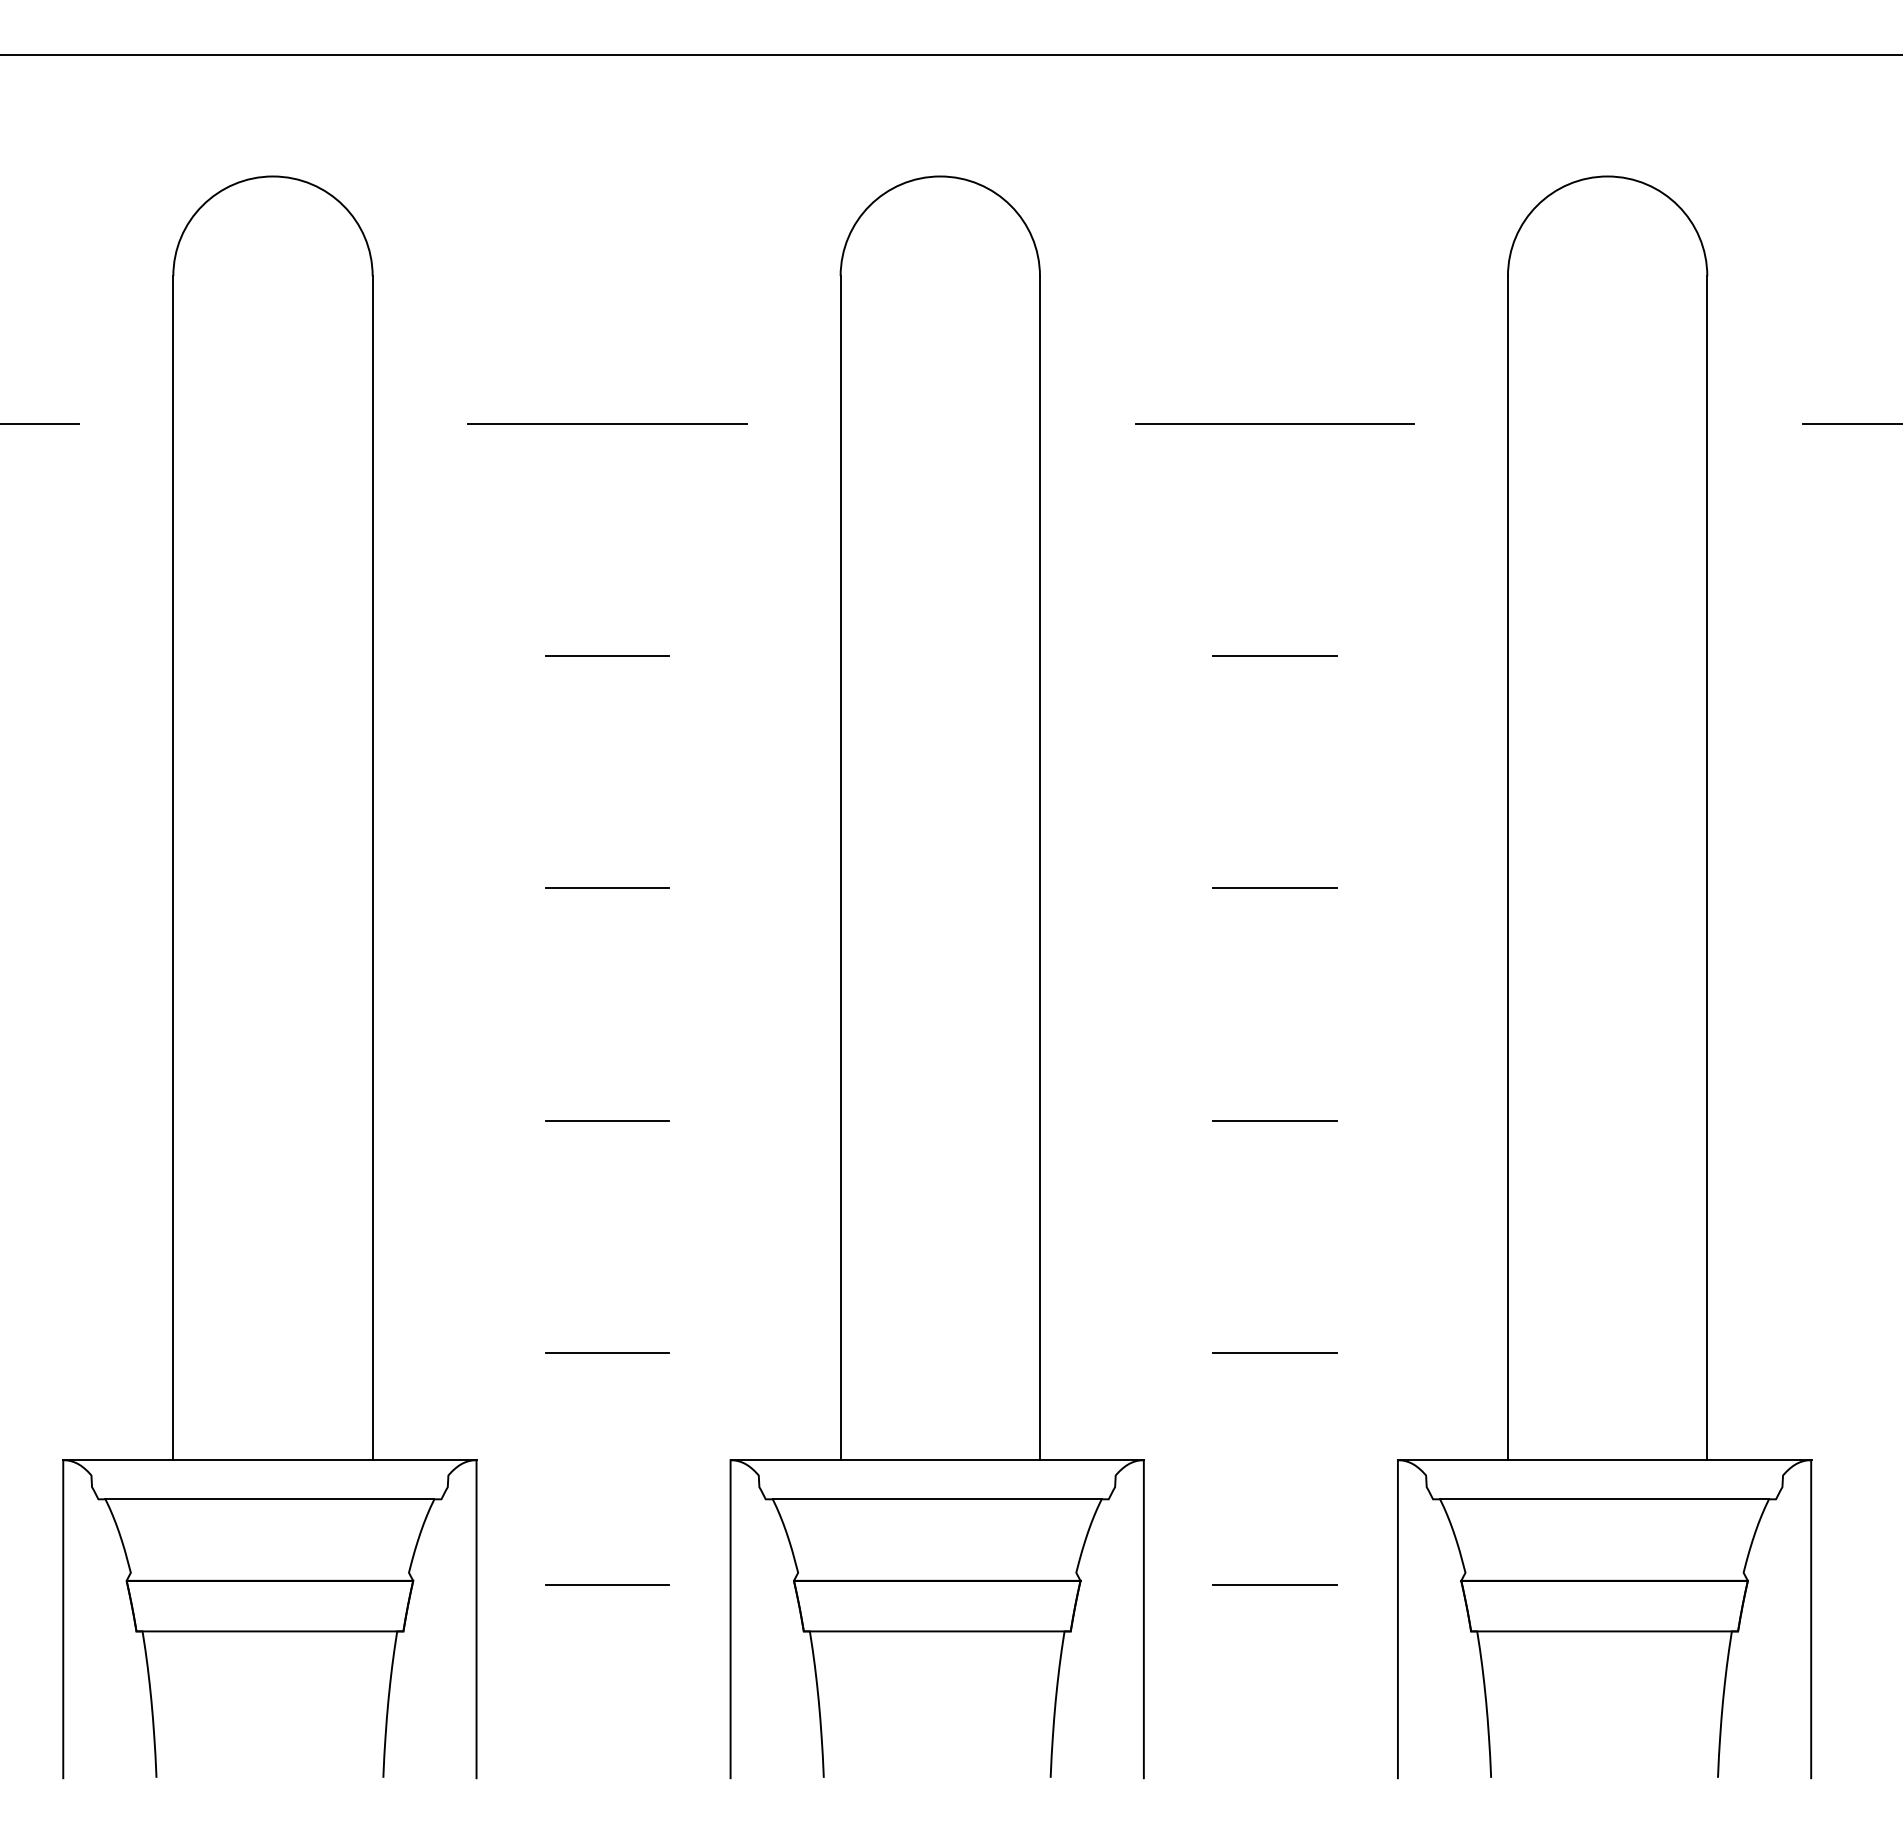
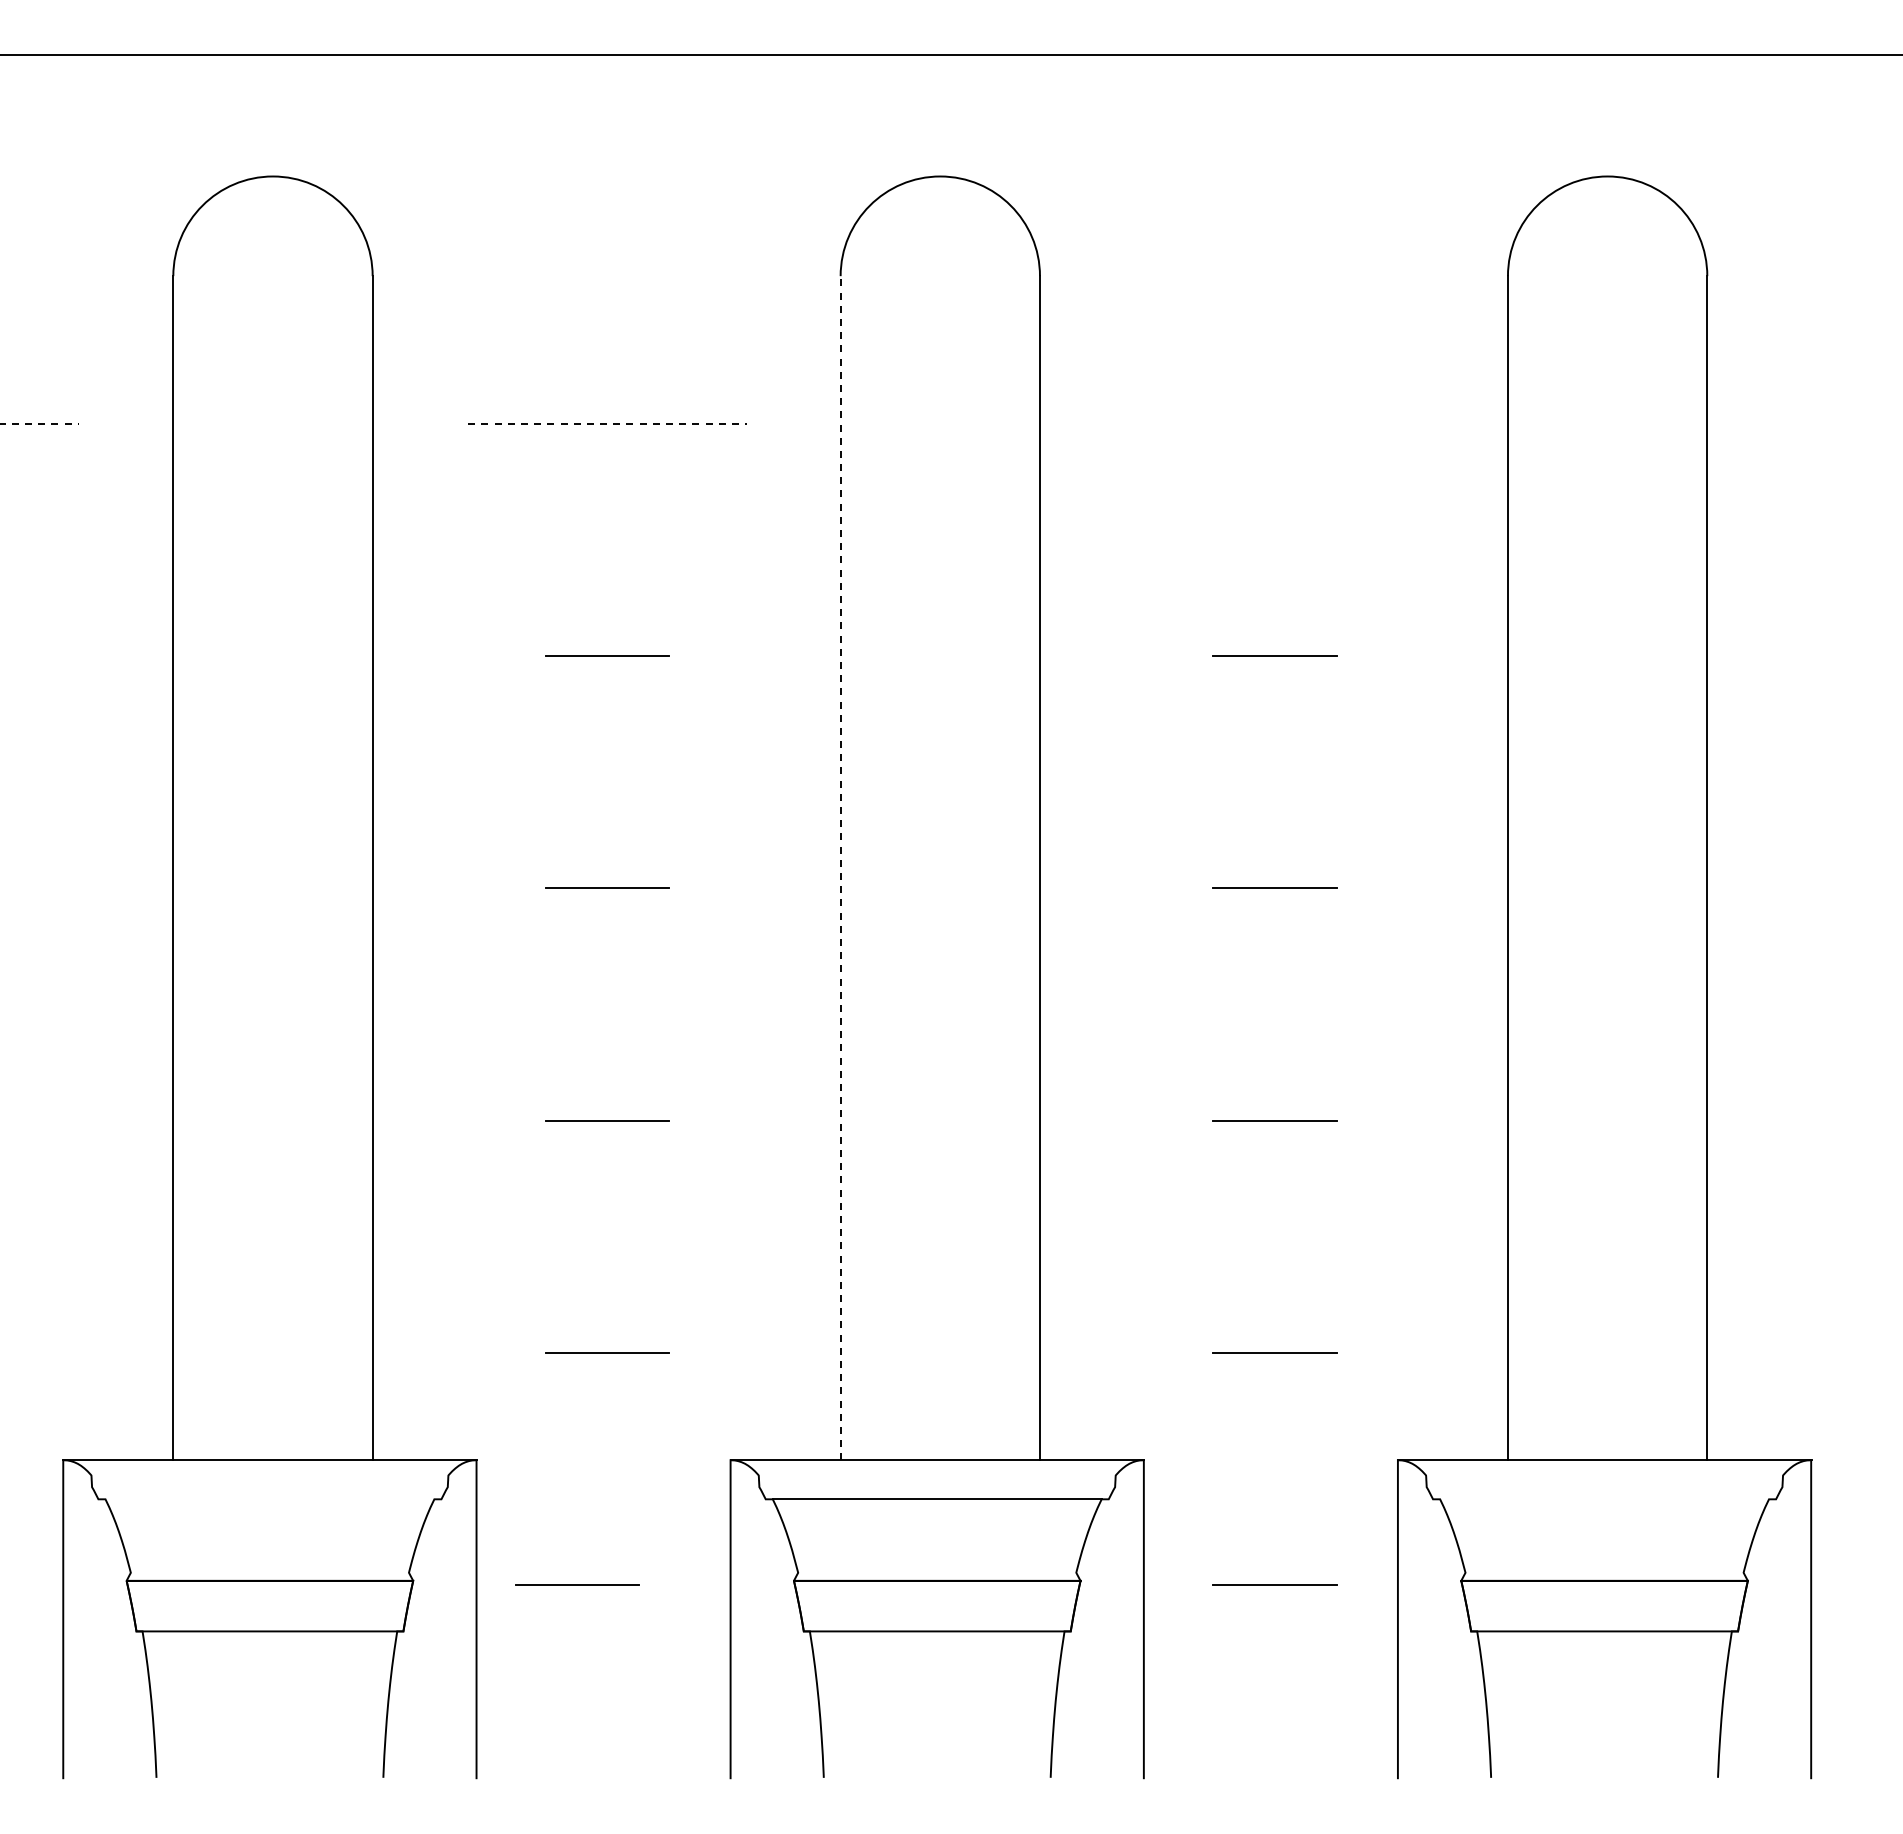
line at (40, 424): solid -> dashed
line at (607, 424): solid -> dashed
line at (1274, 424): present -> none
line at (1850, 424): present -> none
line at (840, 867): solid -> dashed
line at (269, 1499): present -> none
line at (1604, 1499): present -> none
line at (607, 1584) position: (607, 1584) -> (577, 1584)
